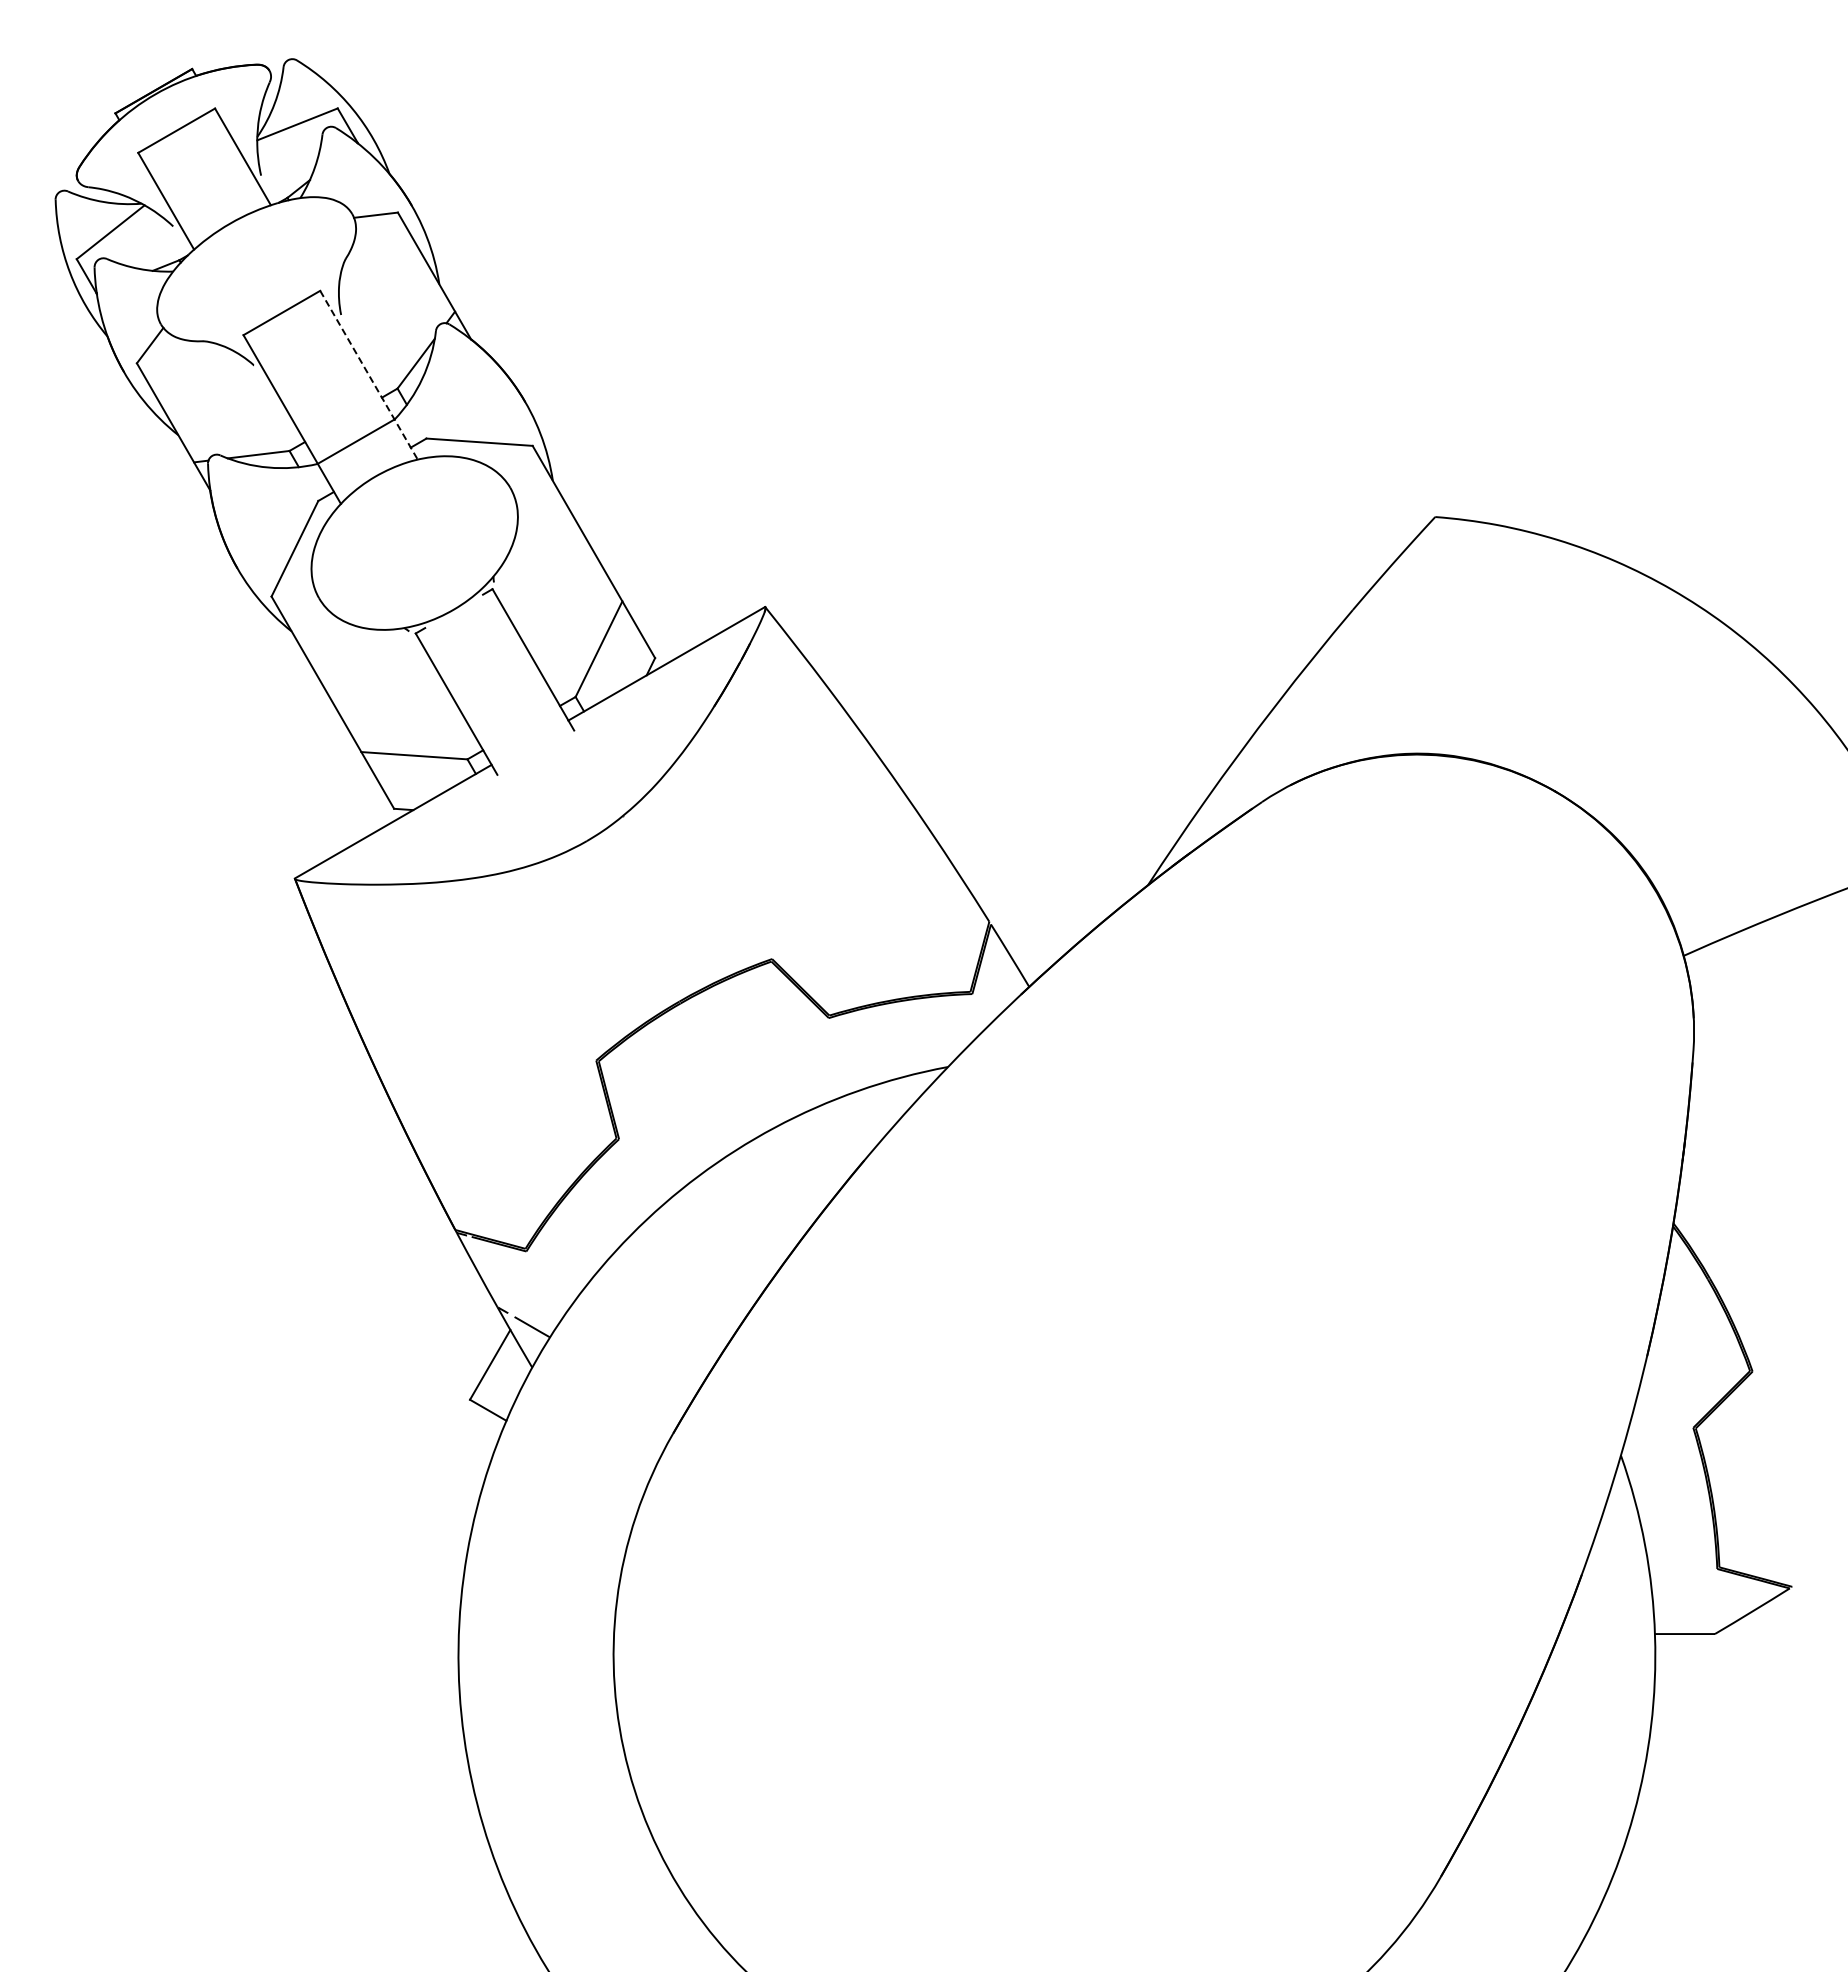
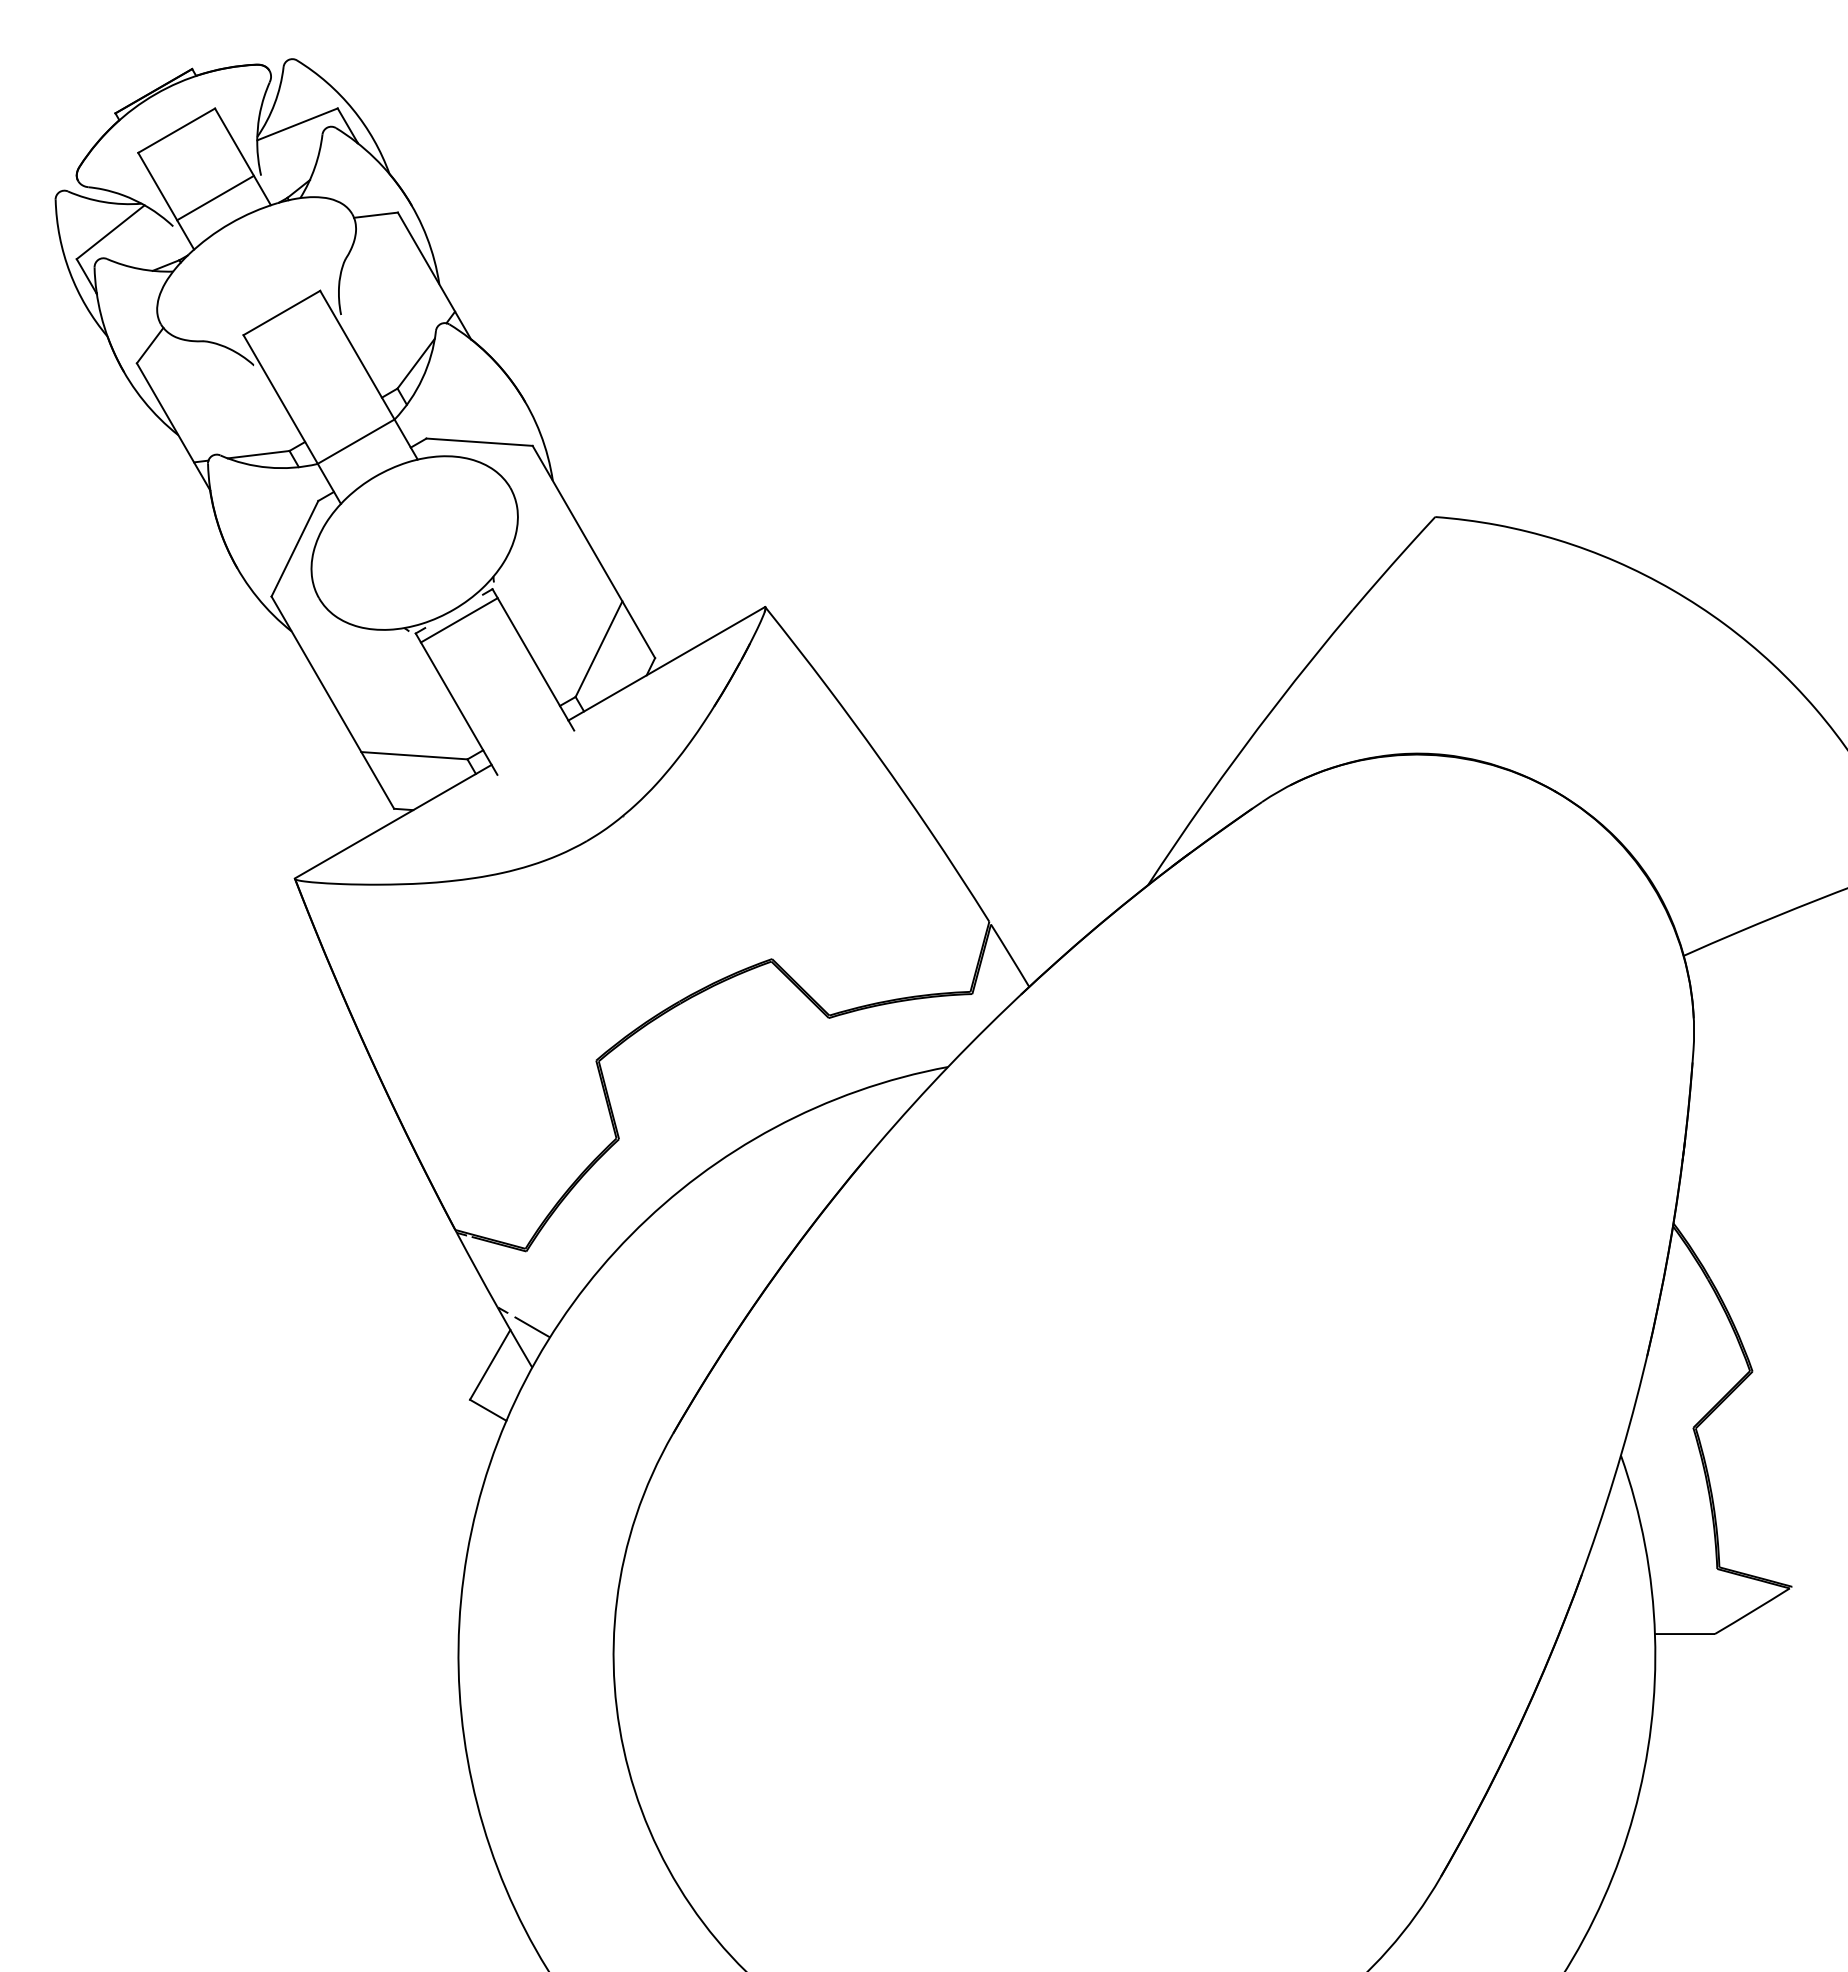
line at (215, 197): none -> present
line at (369, 375): dashed -> solid
line at (458, 620): none -> present
